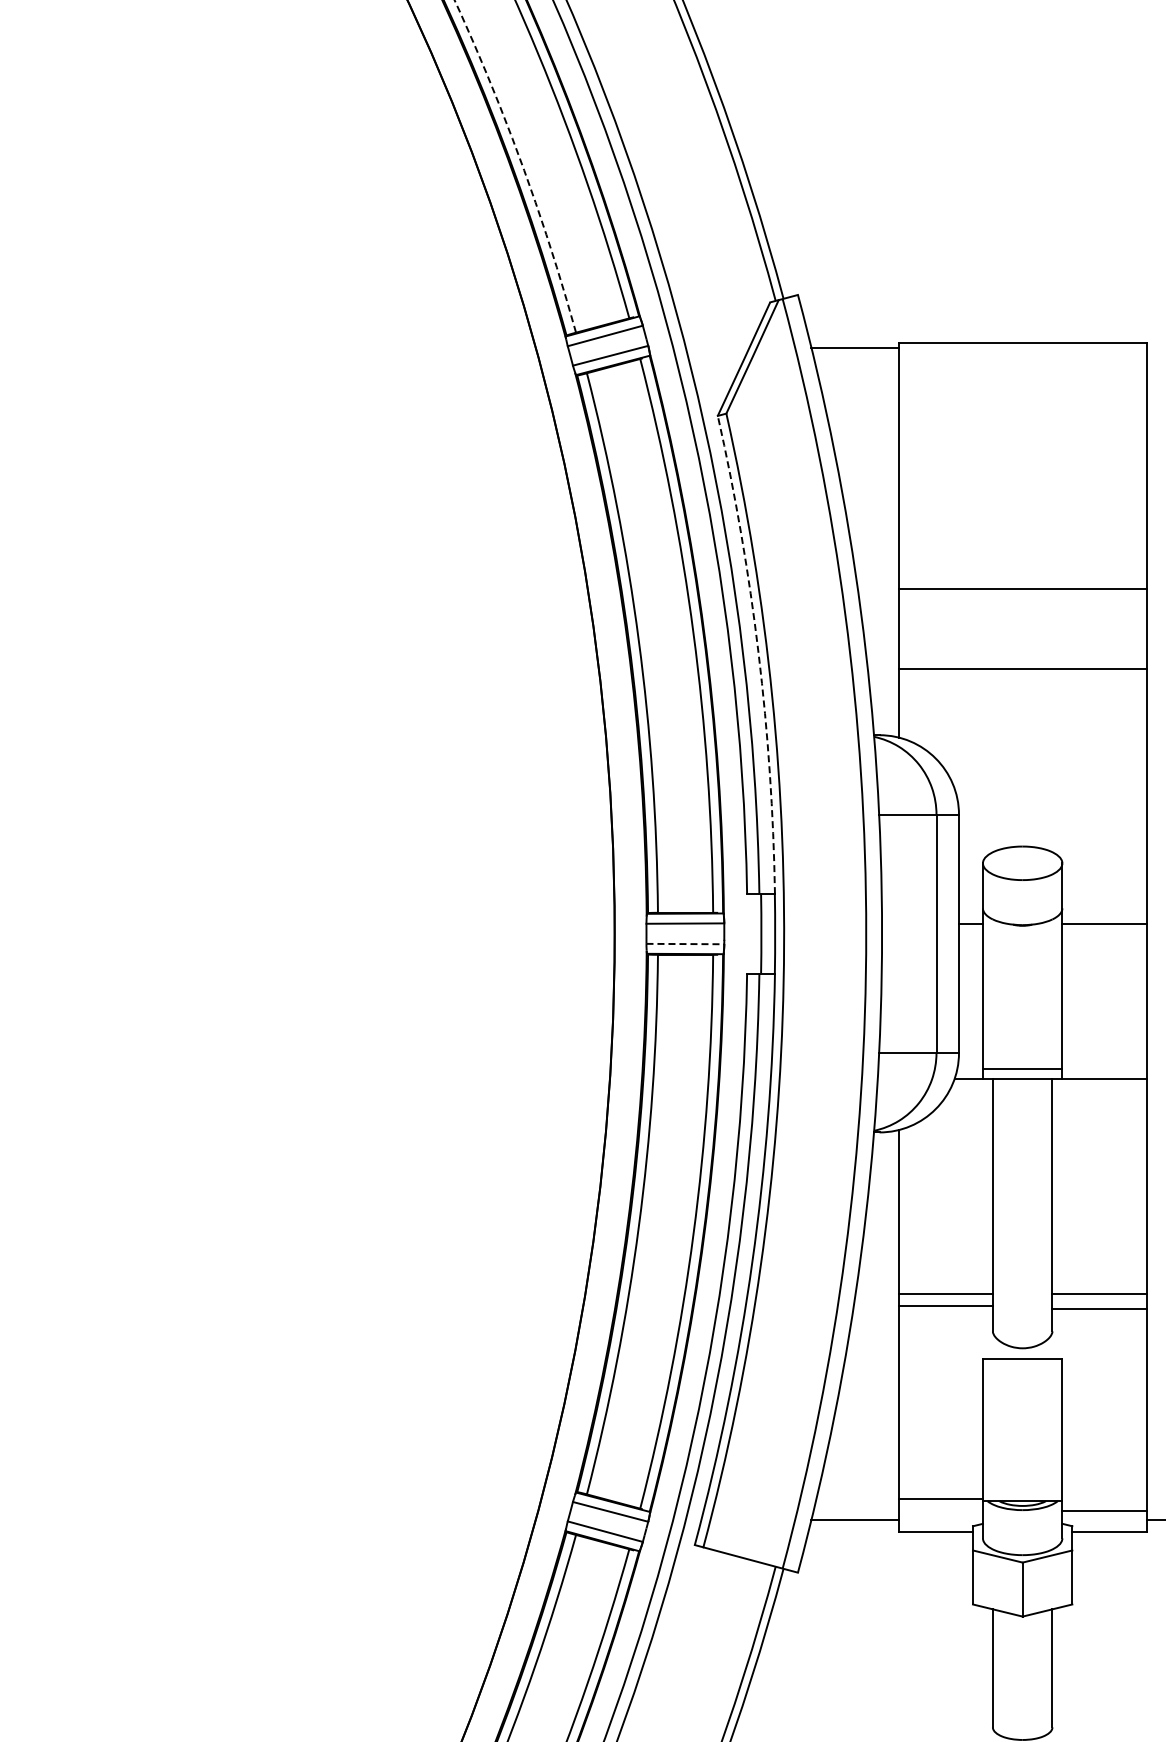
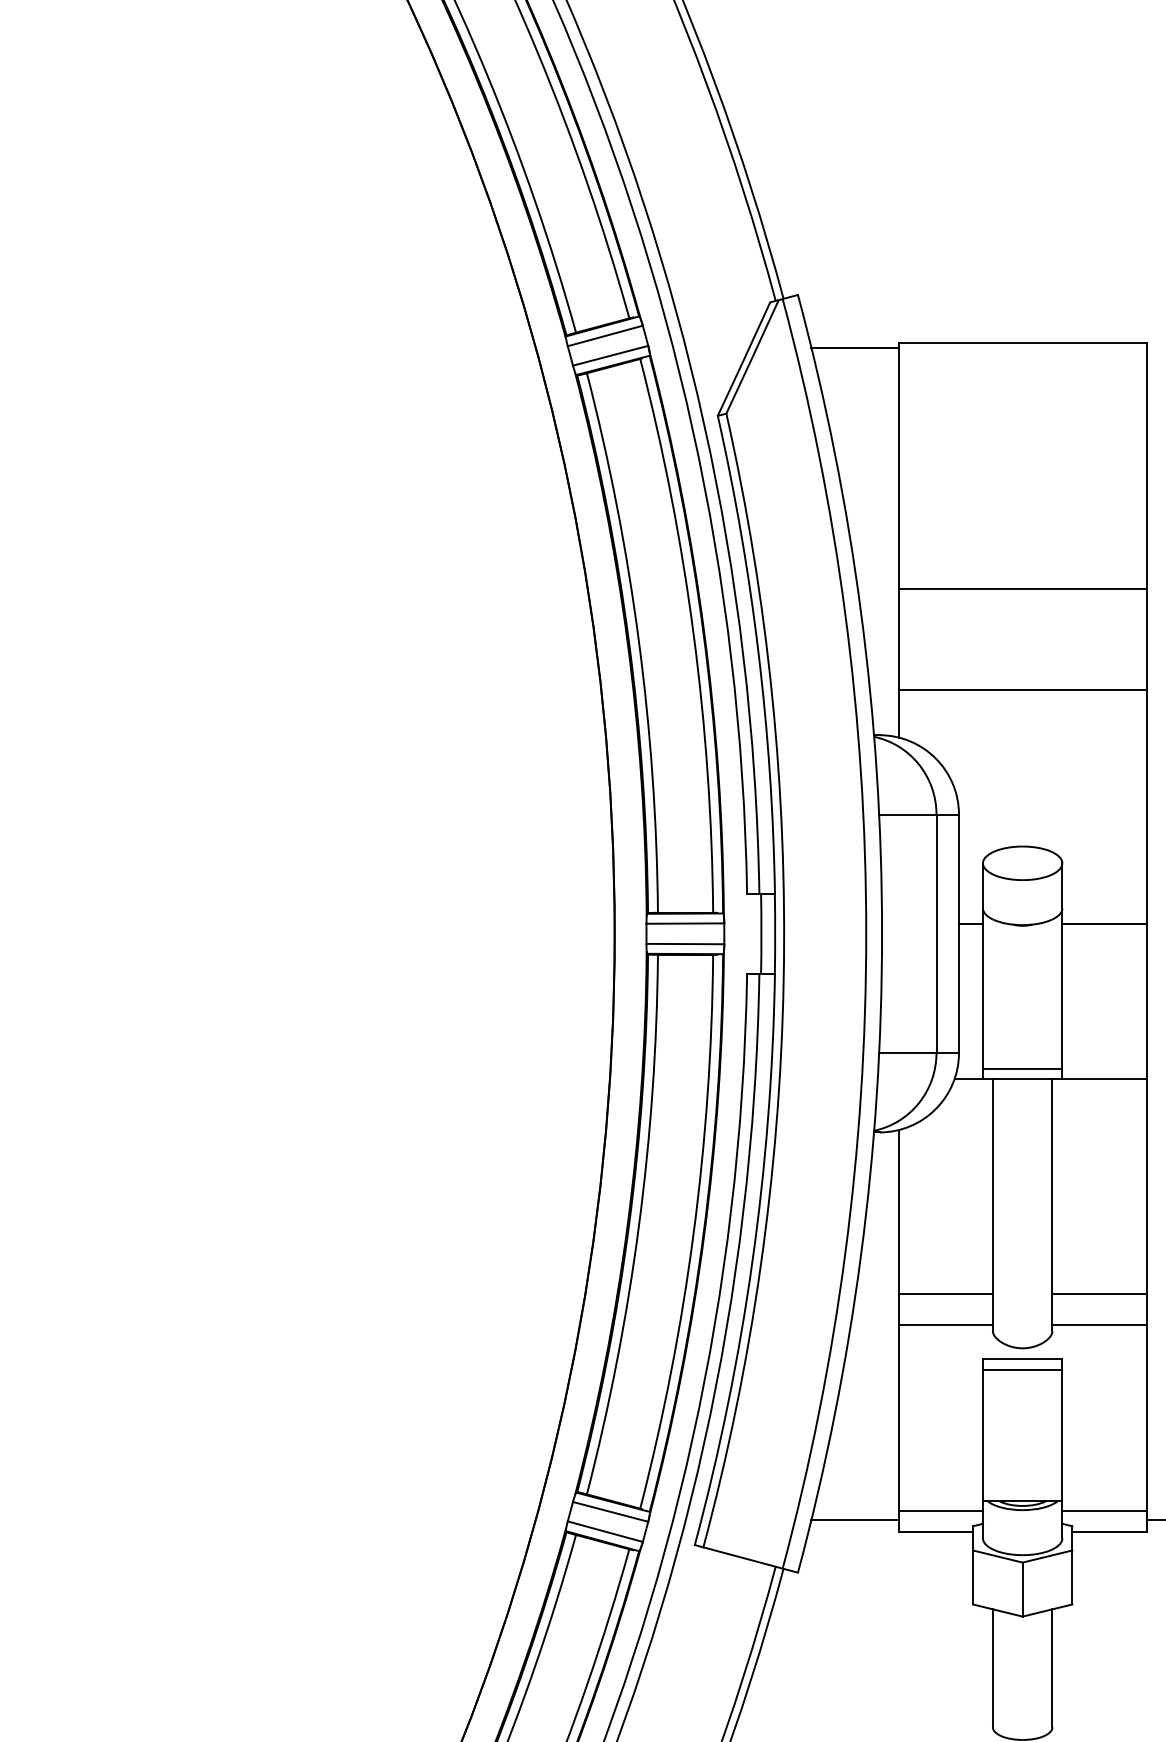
arc at (521, 163): dashed -> solid
arc at (758, 653): dashed -> solid
line at (1022, 668) position: (1022, 668) -> (1022, 689)
line at (685, 944): dashed -> solid
line at (945, 1305) position: (945, 1305) -> (945, 1324)
line at (1099, 1308) position: (1099, 1308) -> (1099, 1324)
line at (1022, 1369): none -> present
line at (940, 1499) position: (940, 1499) -> (940, 1511)
